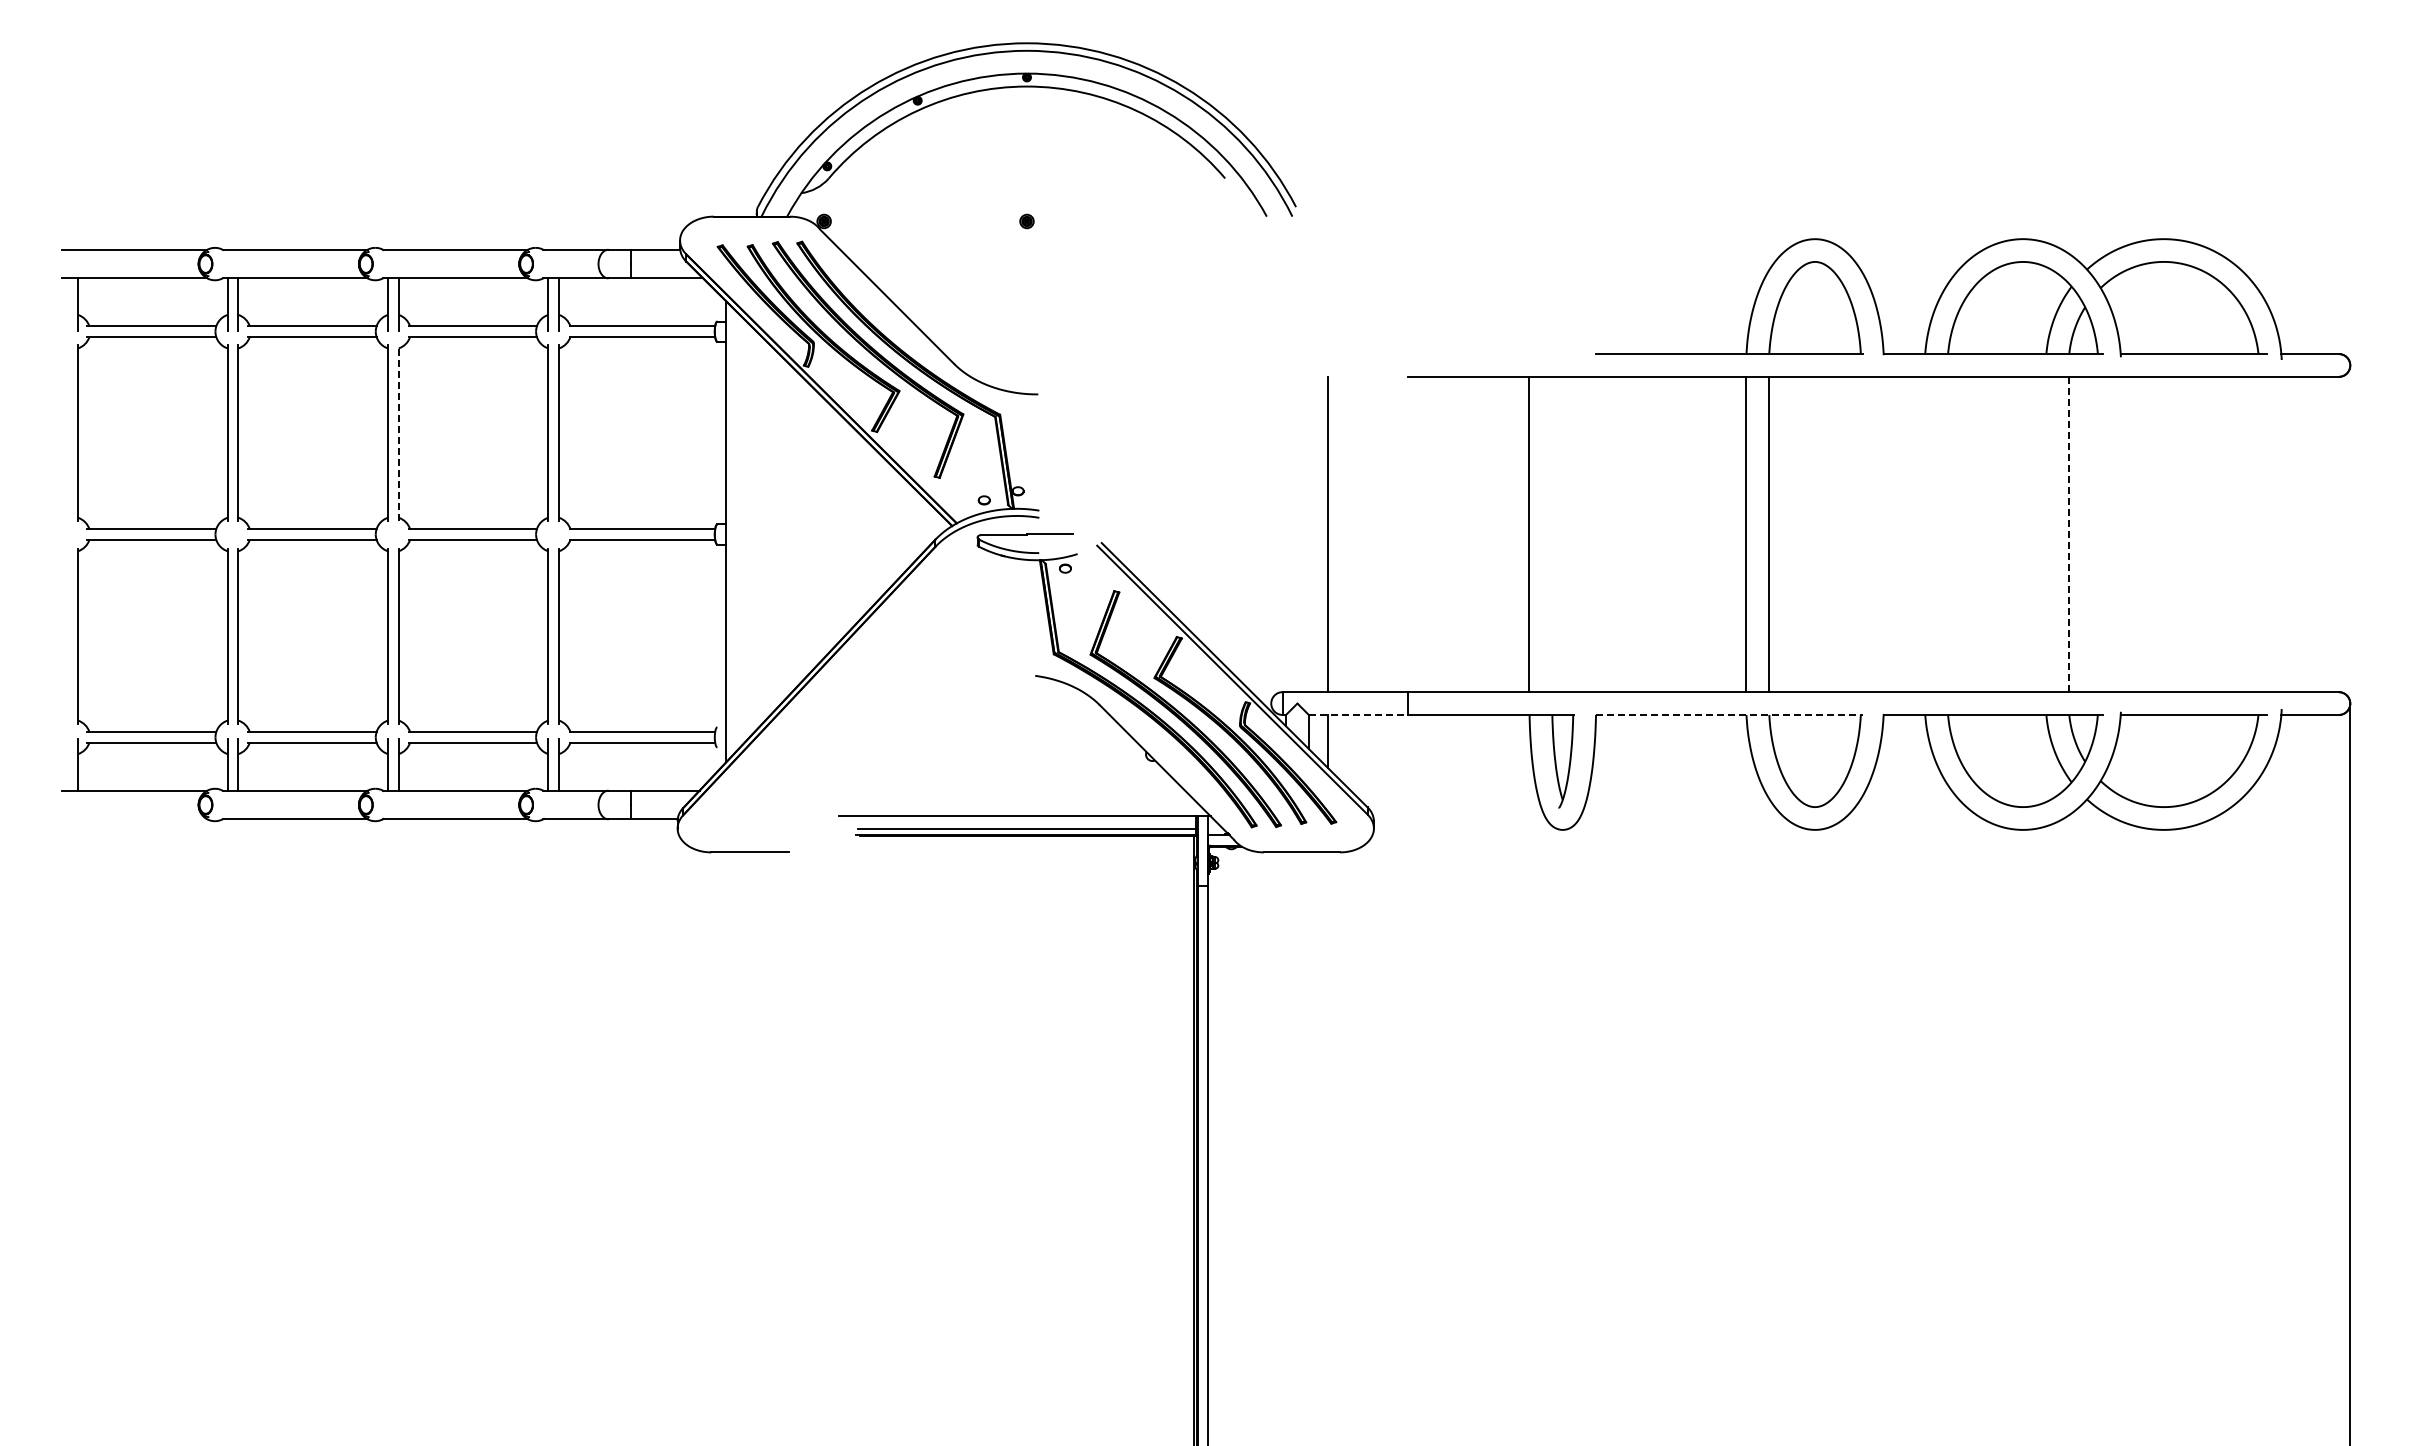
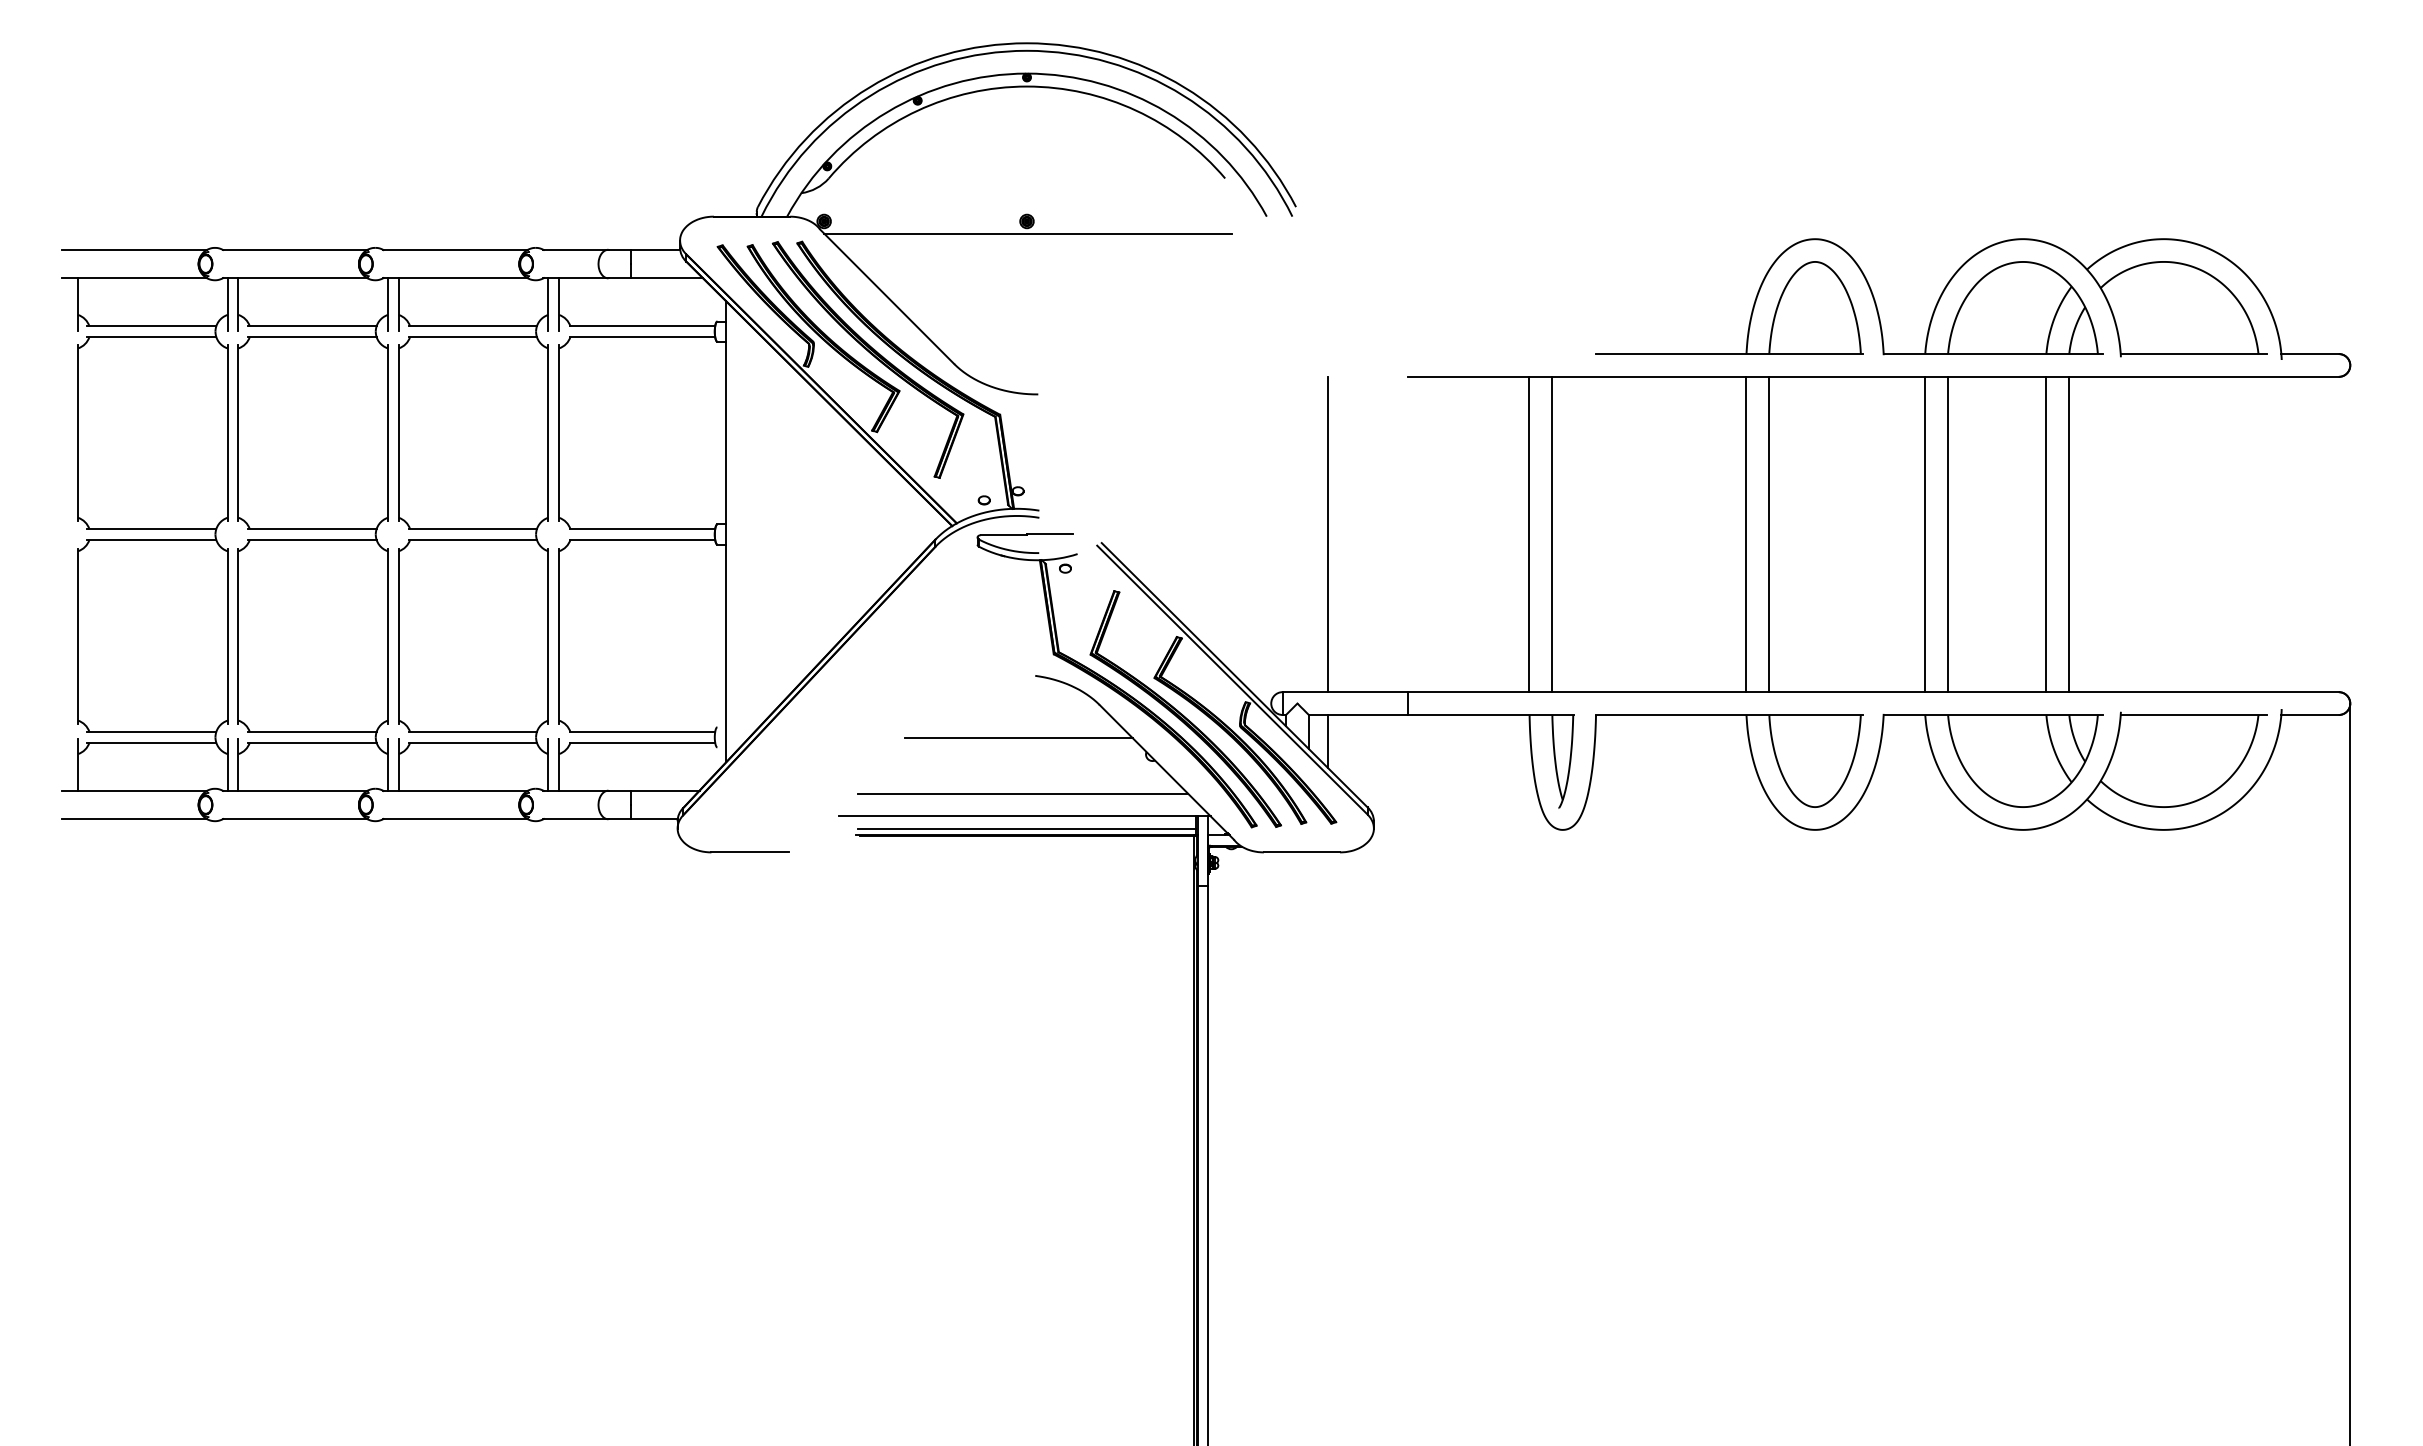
line at (1027, 233): none -> present
line at (398, 432): dashed -> solid
line at (1552, 534): none -> present
line at (1924, 534): none -> present
line at (1947, 534): none -> present
line at (2045, 534): none -> present
line at (2068, 534): dashed -> solid
line at (1358, 714): dashed -> solid
line at (1729, 714): dashed -> solid
line at (1018, 738): none -> present
line at (1023, 793): none -> present
line at (134, 819): none -> present
